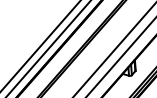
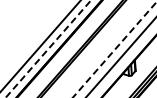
line at (48, 49): solid -> dashed
line at (114, 50): solid -> dashed
